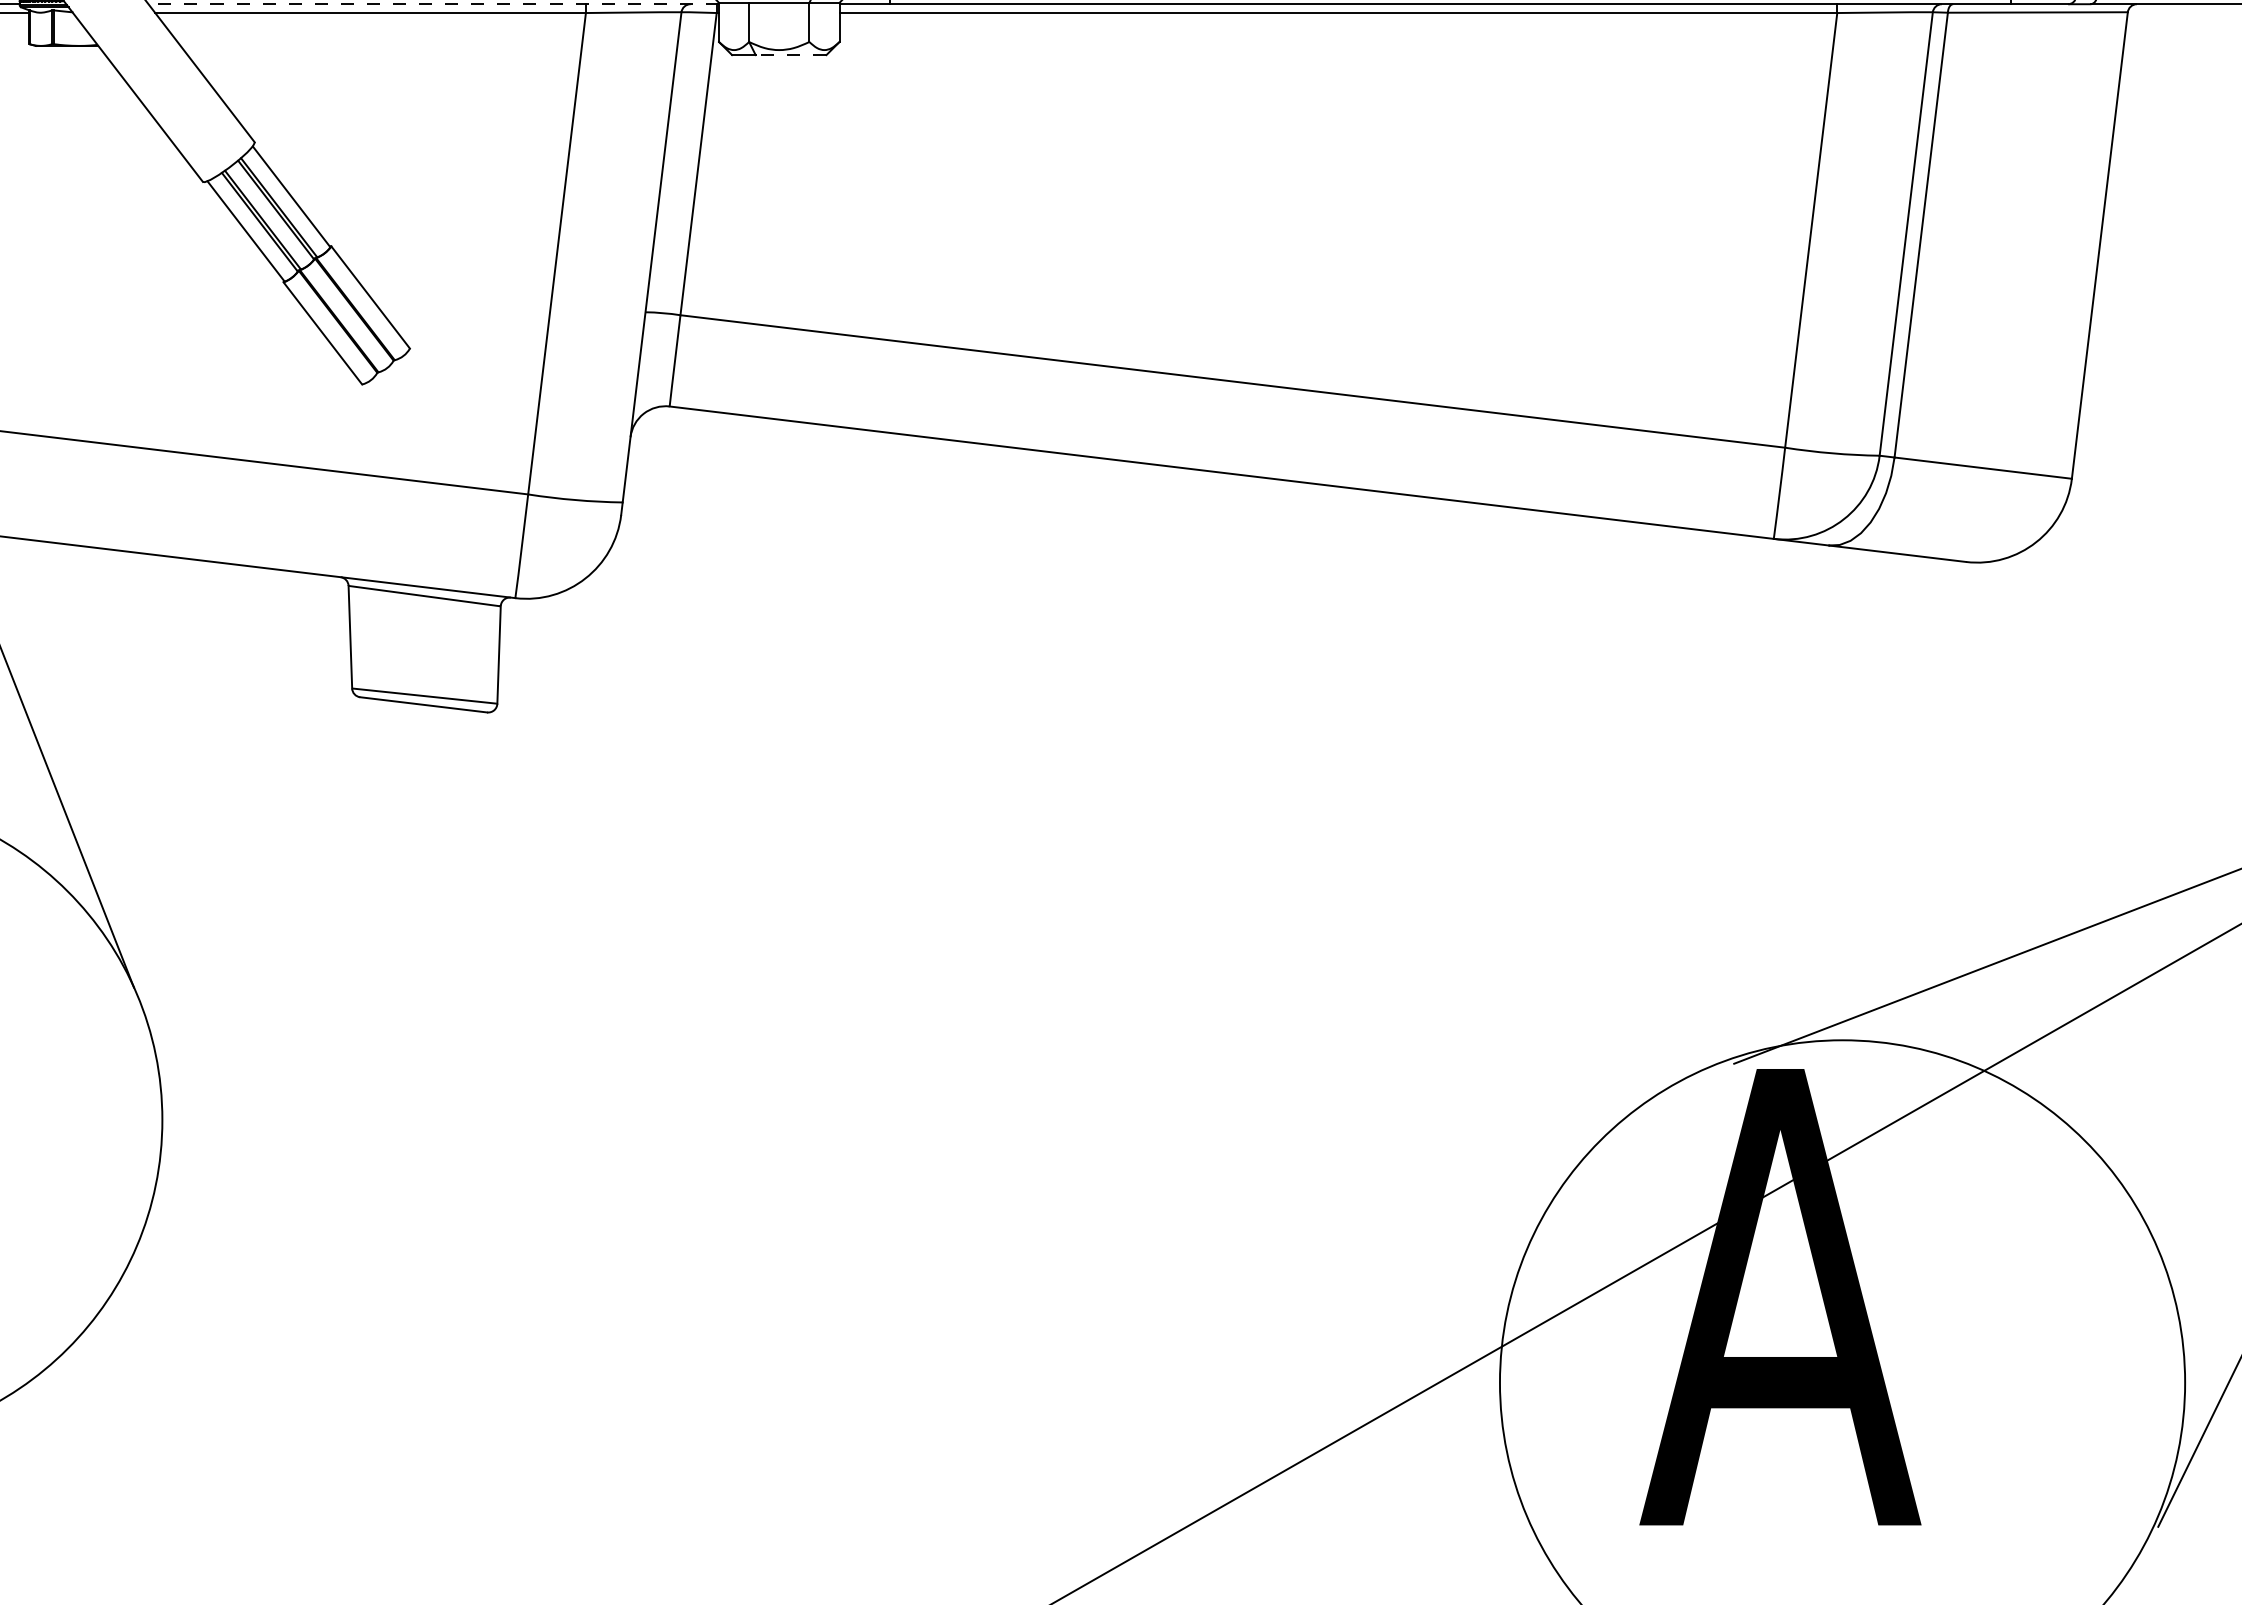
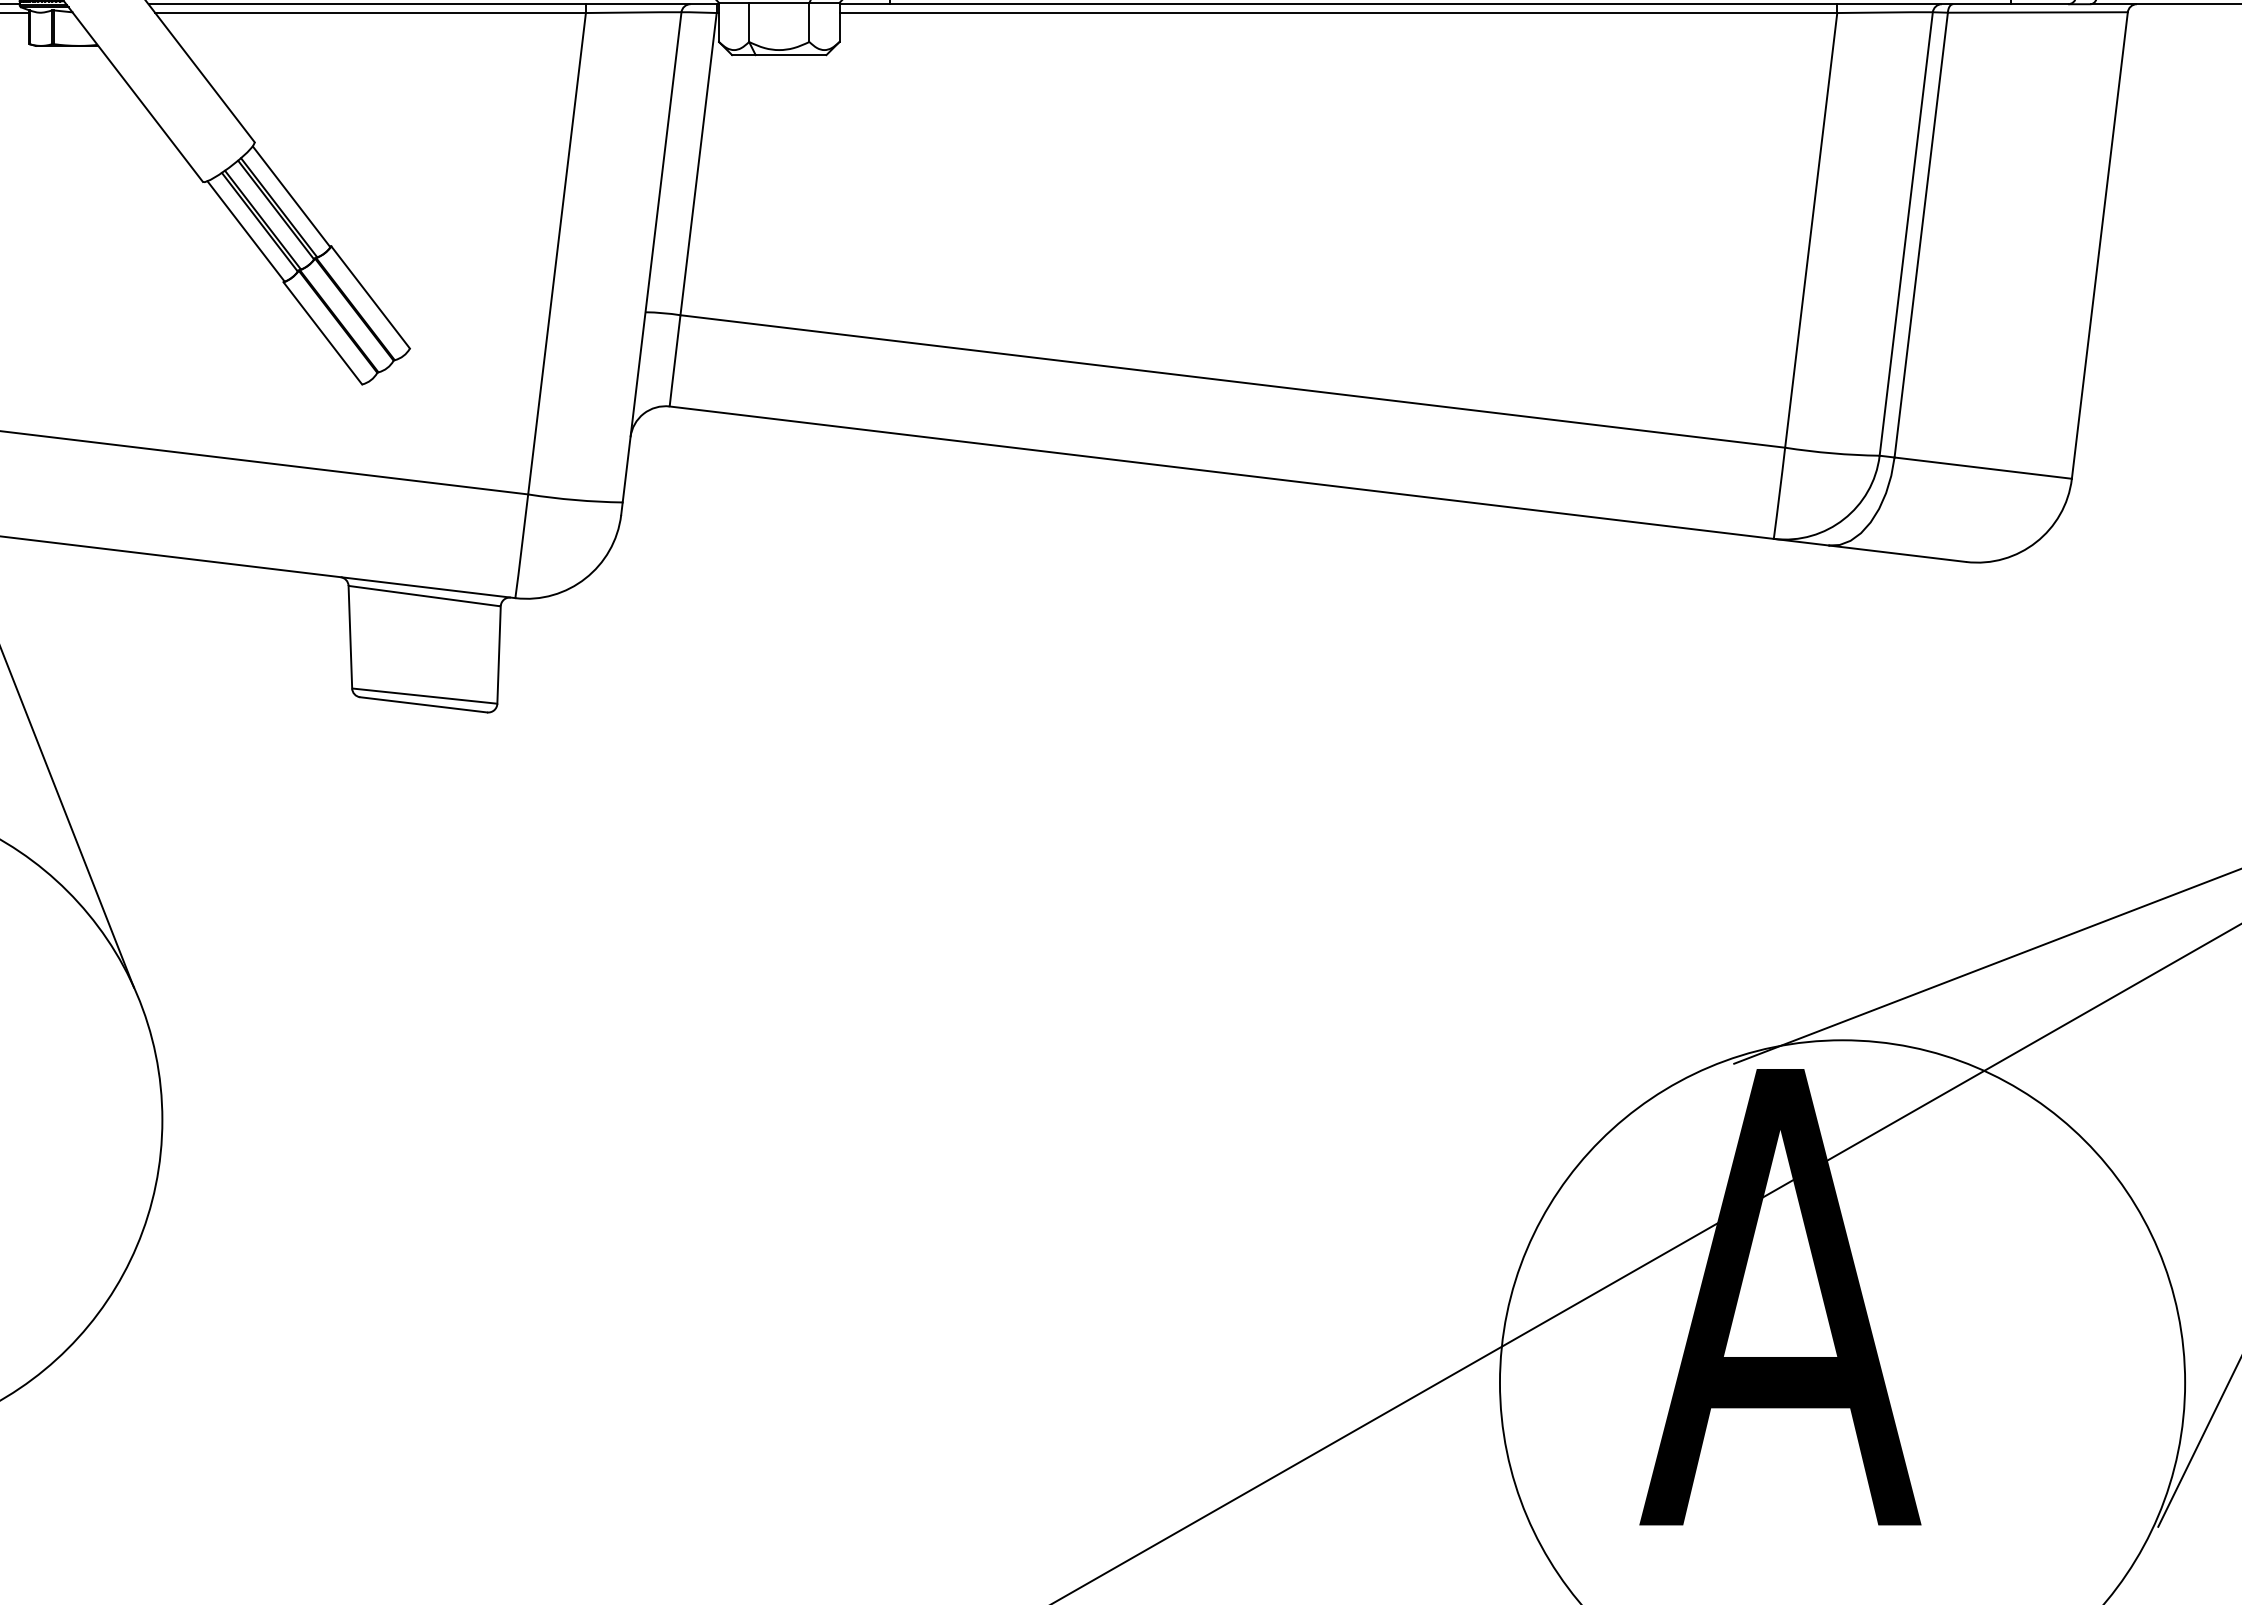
line at (433, 4): dashed -> solid
line at (790, 55): dashed -> solid
